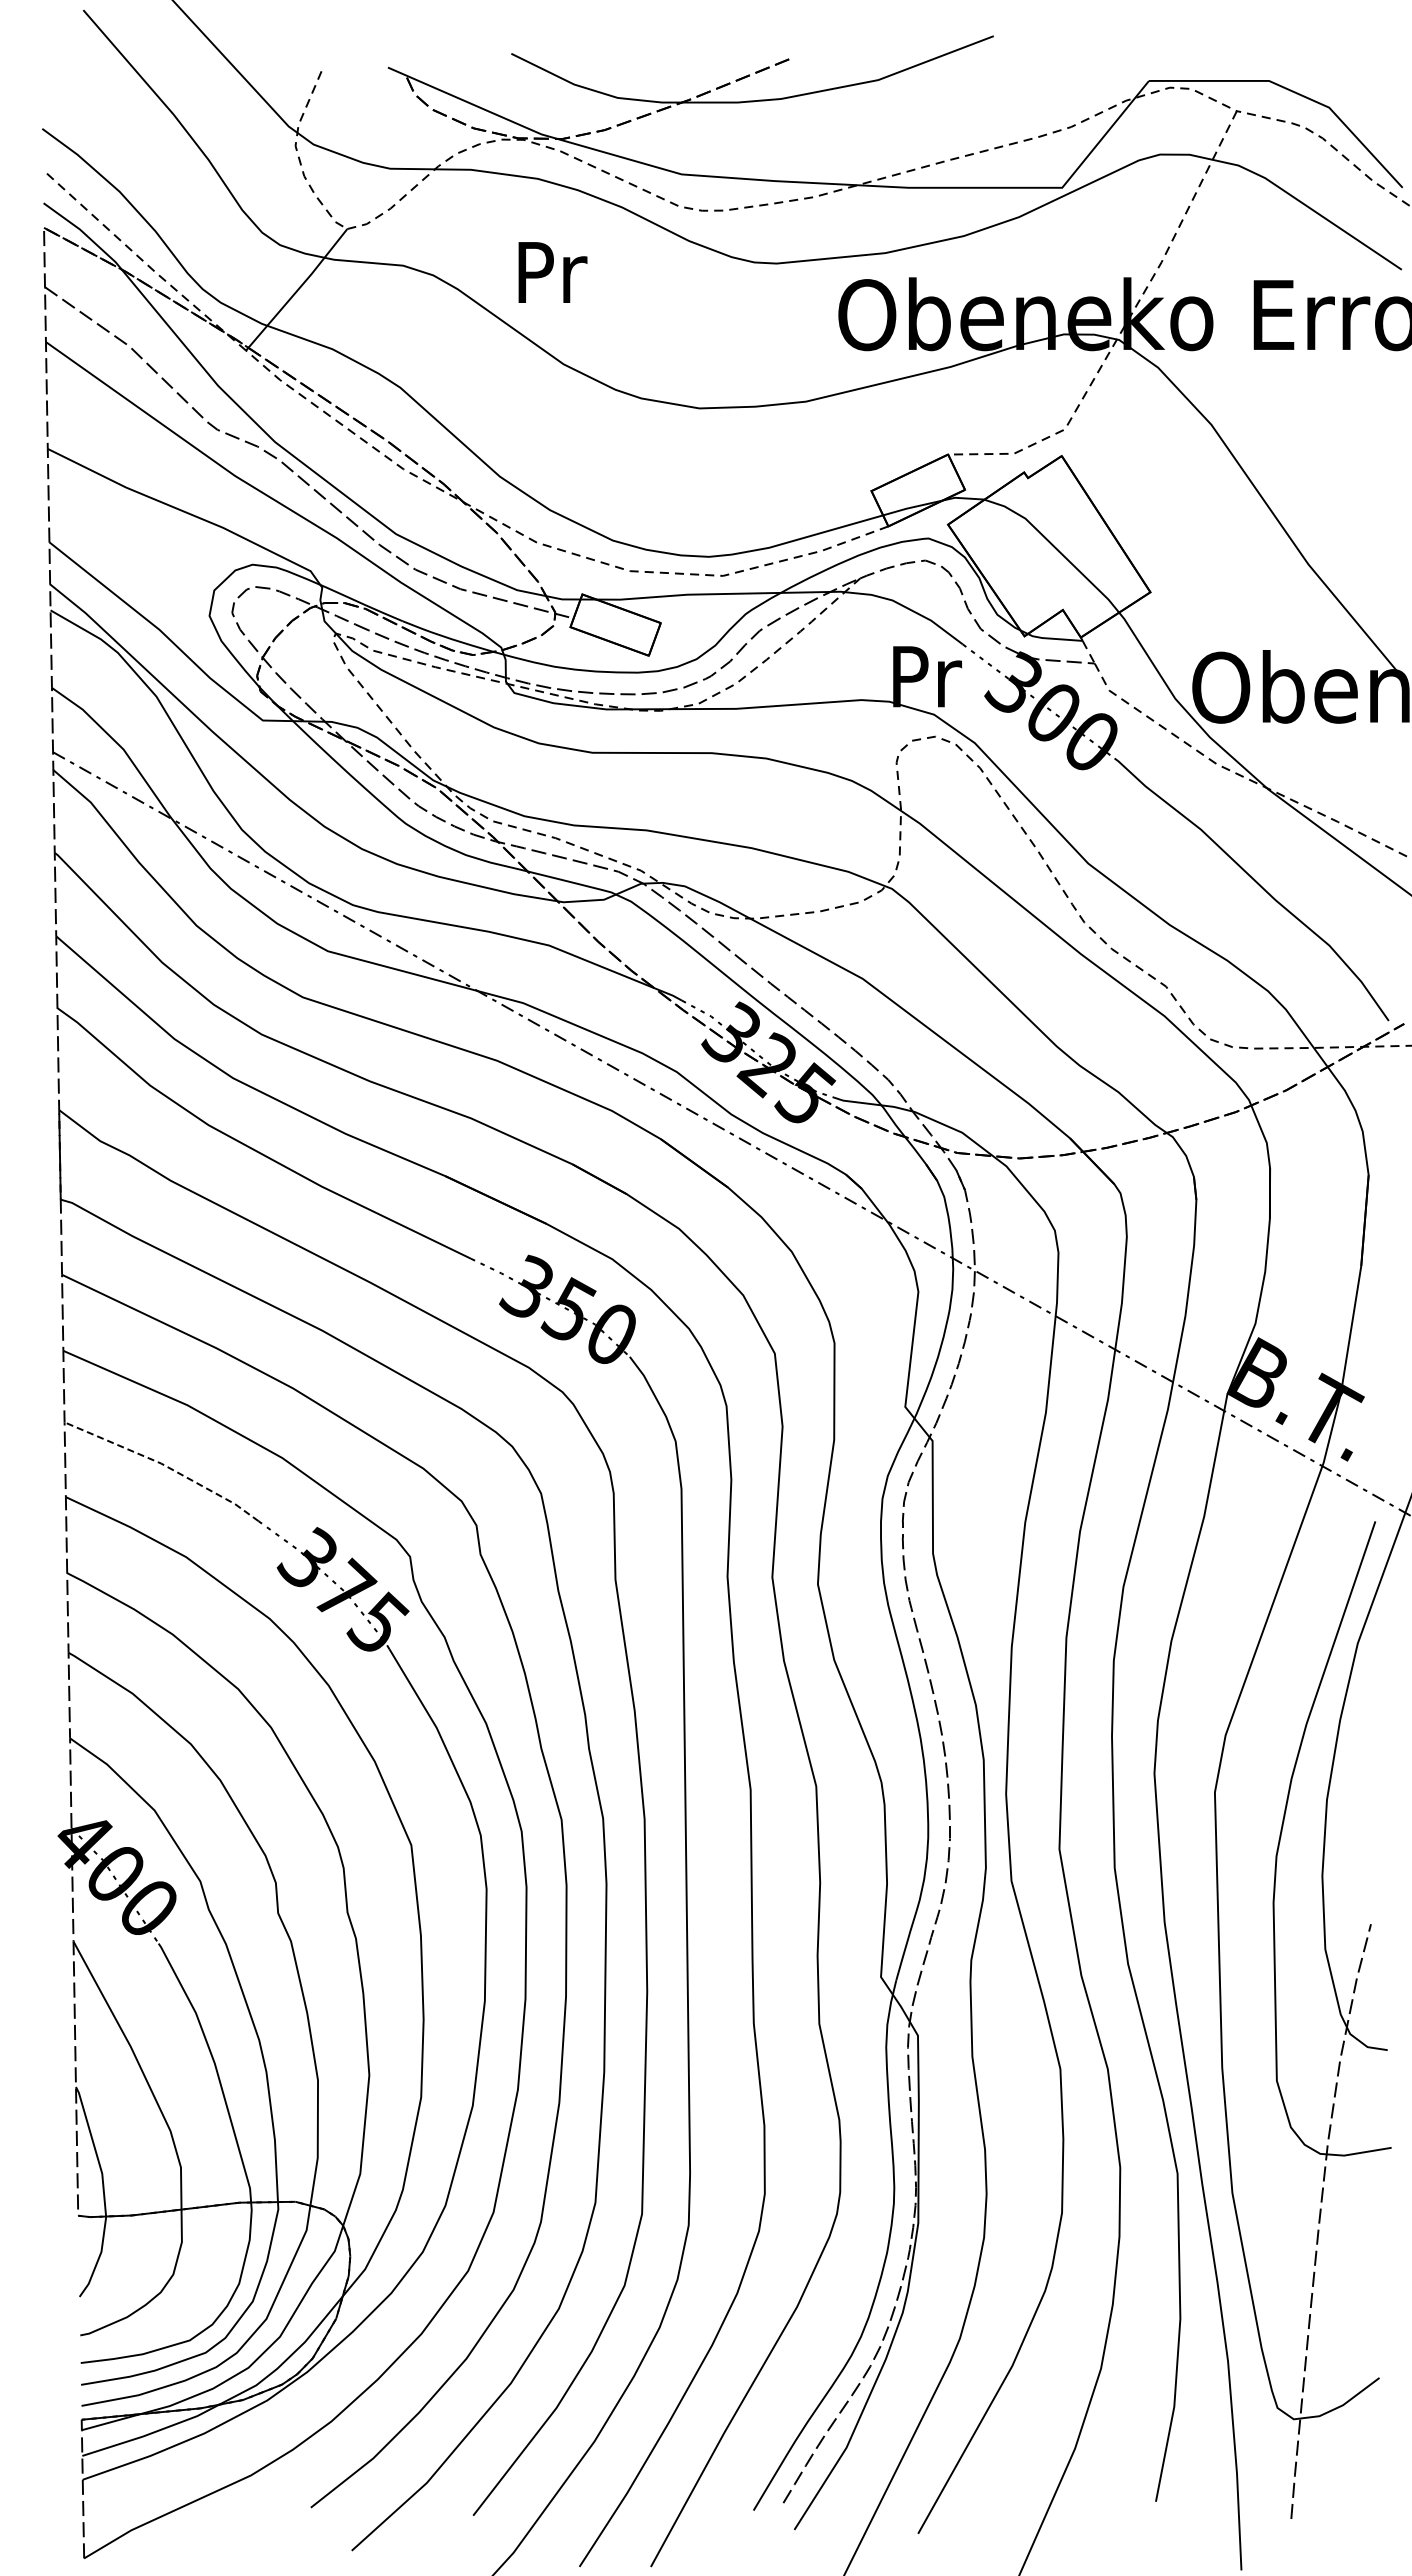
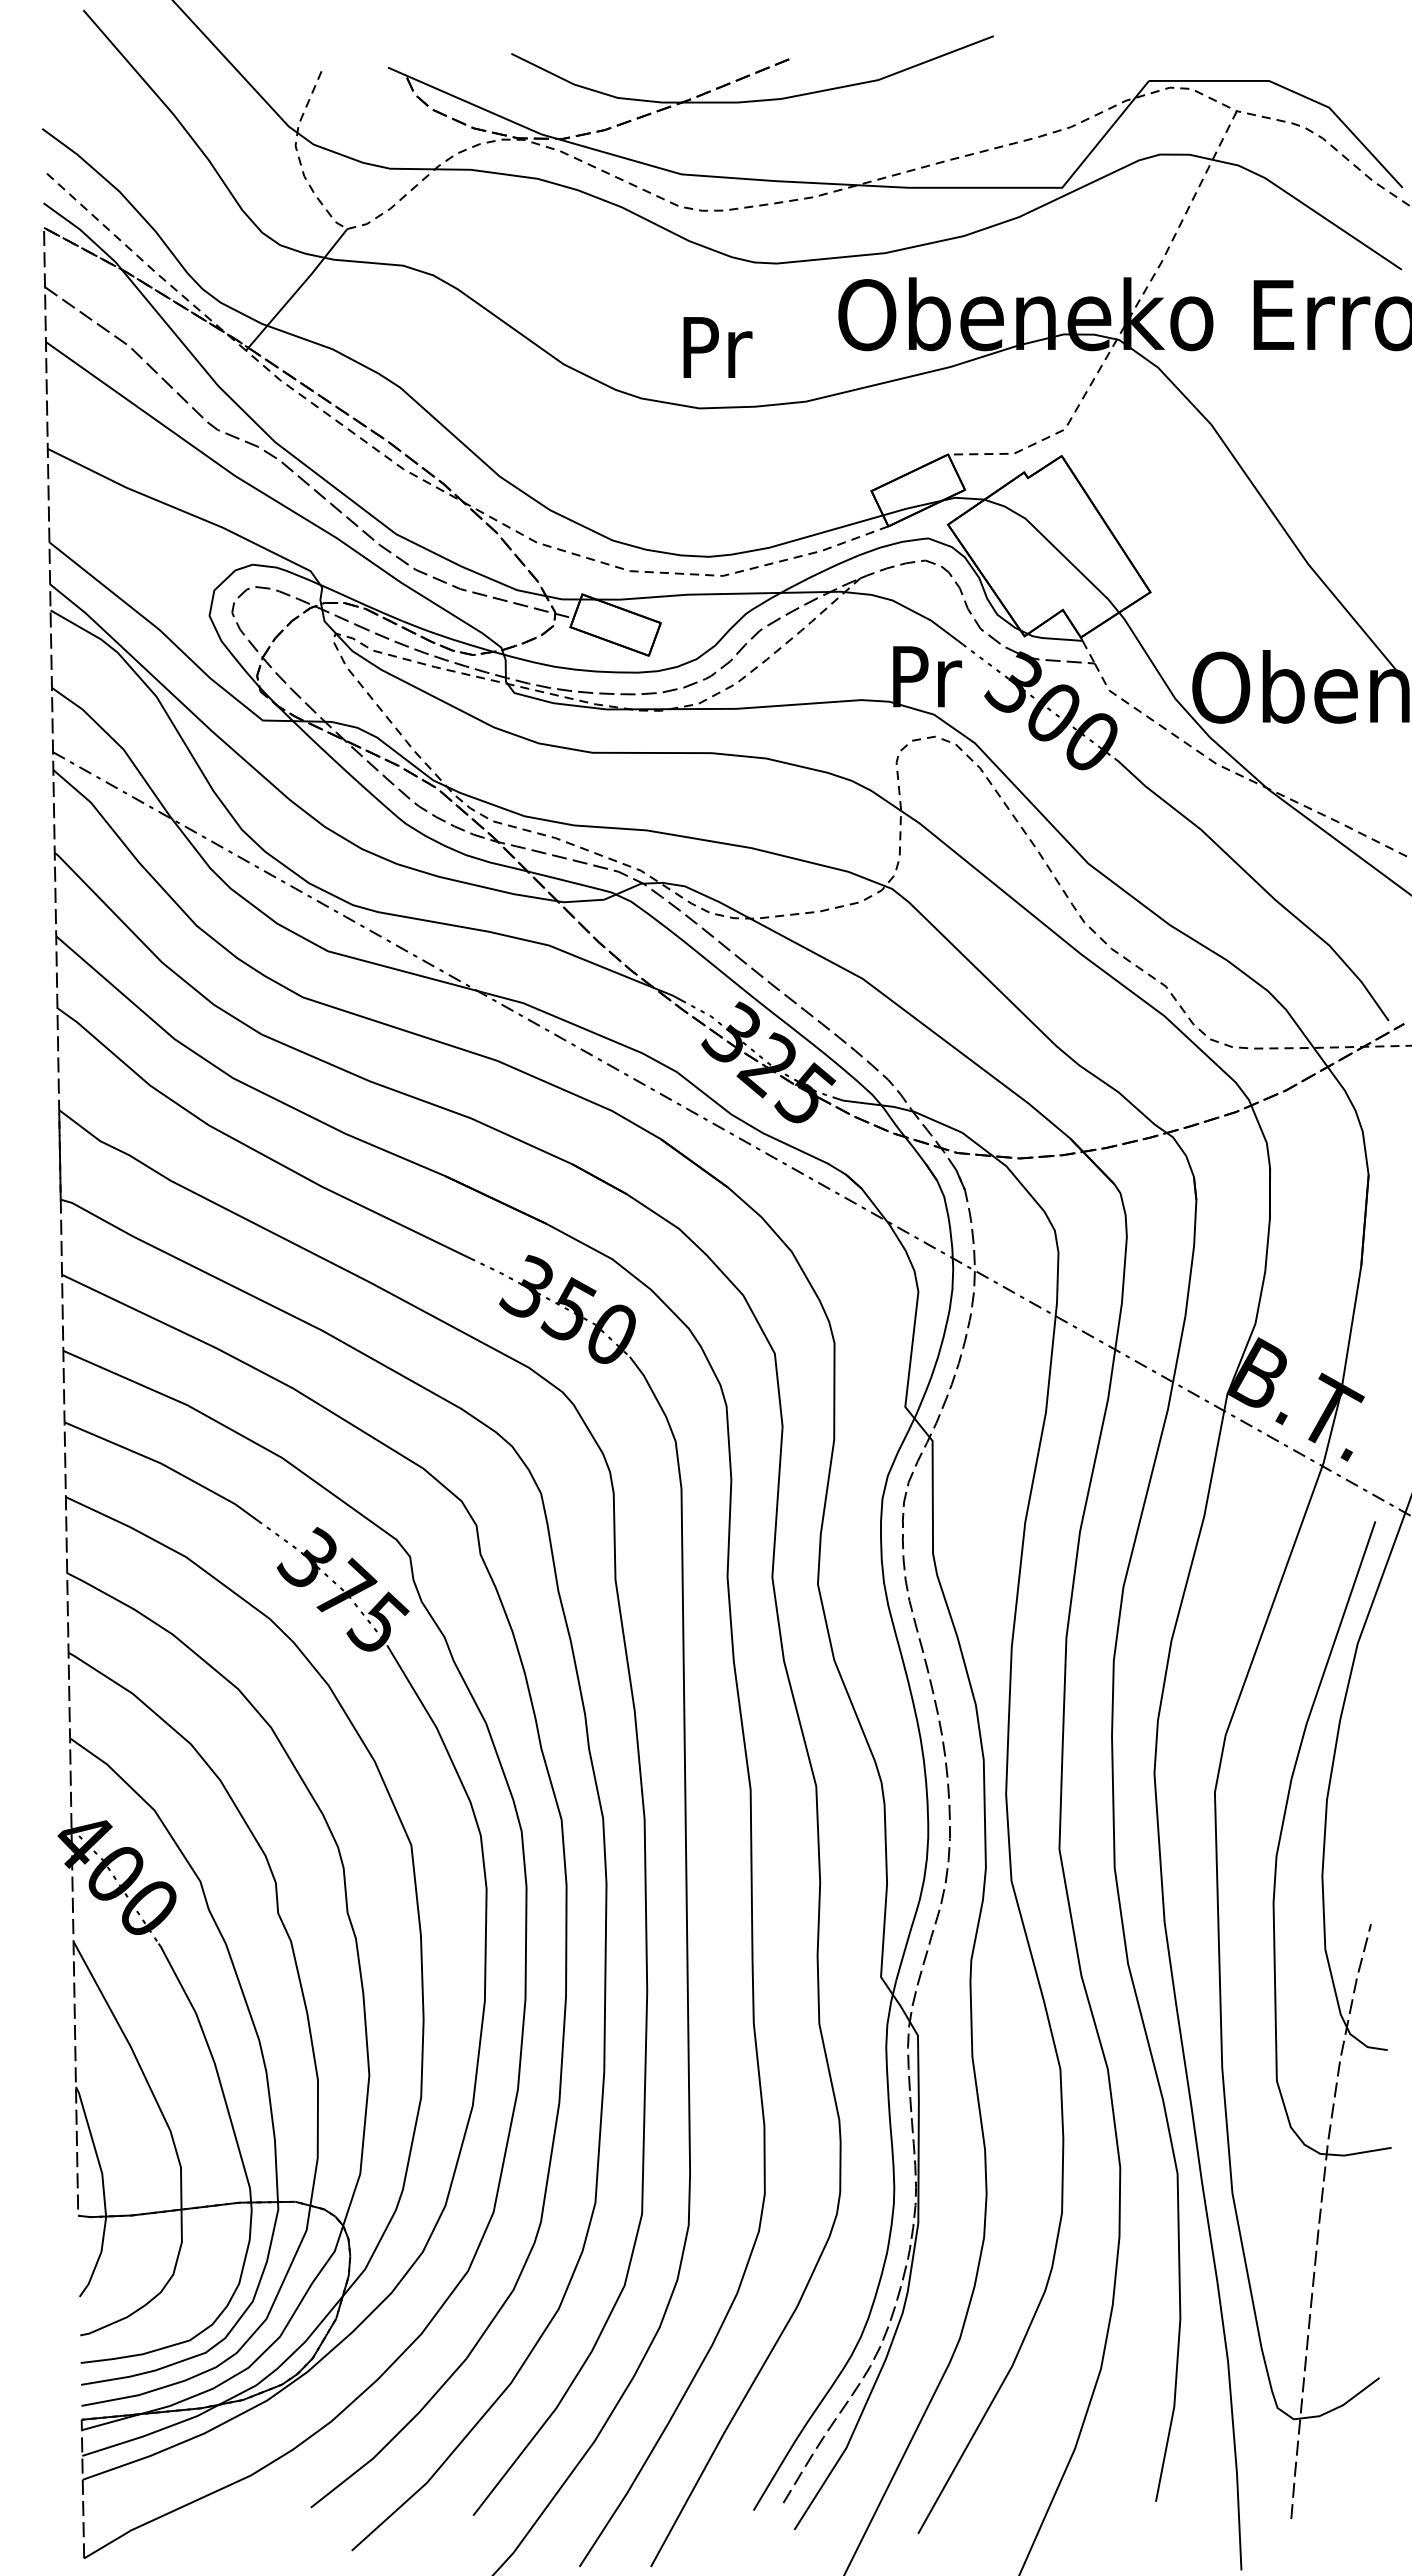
text at (552, 272) position: (552, 272) -> (717, 347)
line at (165, 1465): dashed -> solid
